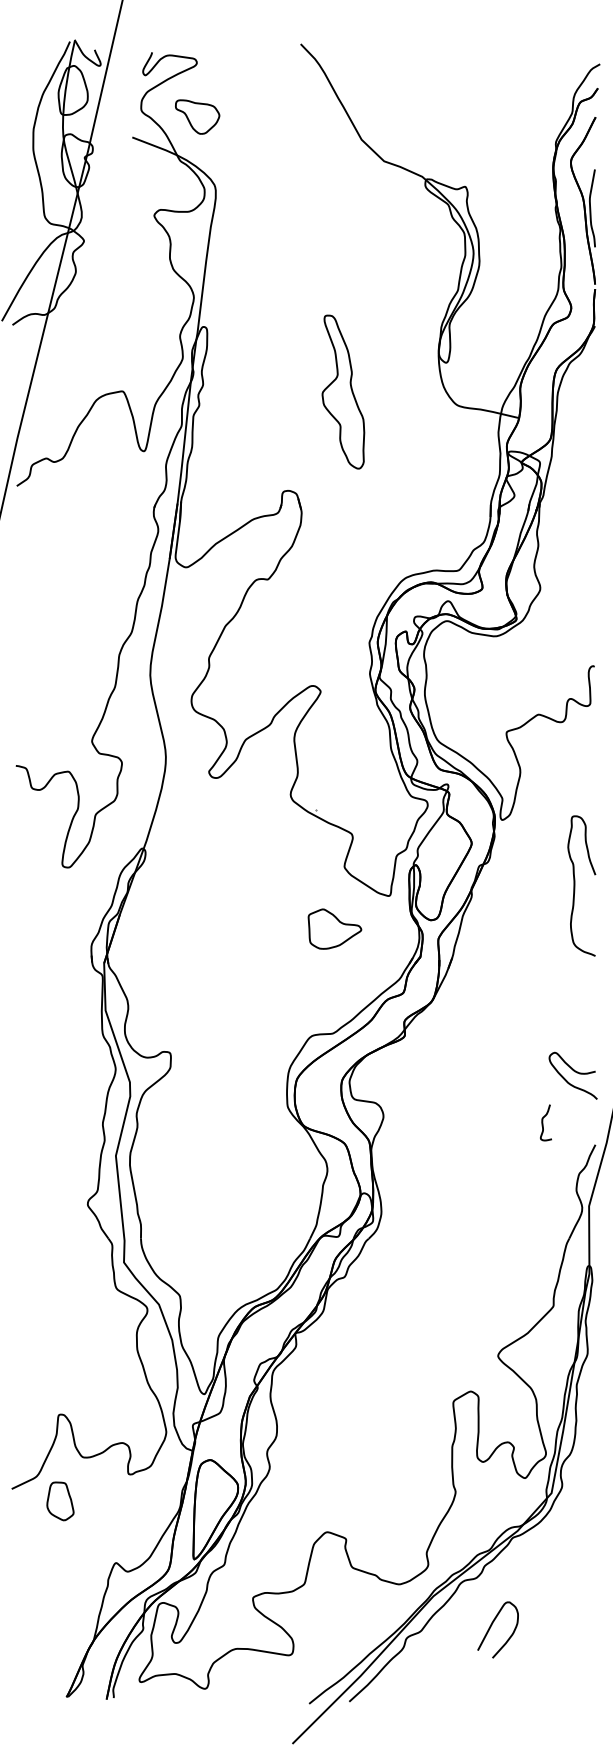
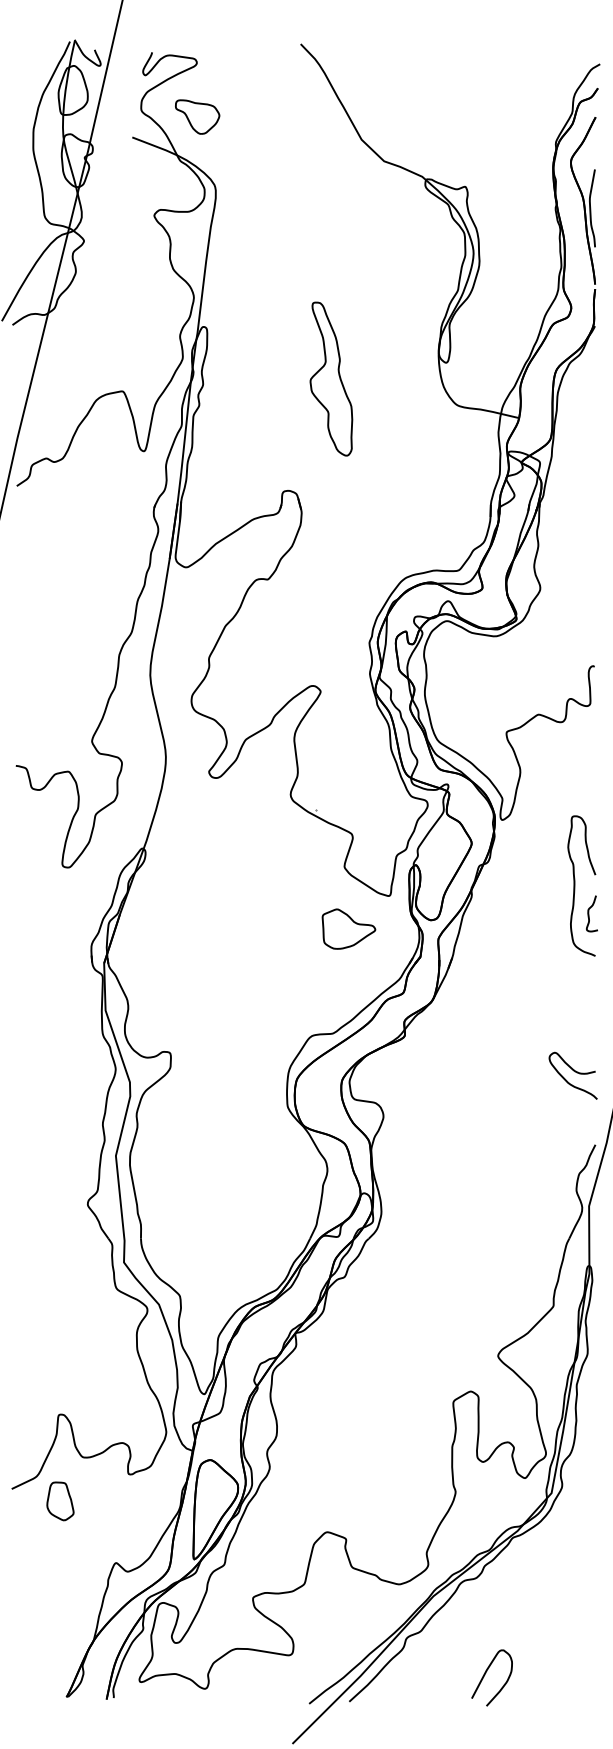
part at (343, 391) position: (343, 391) -> (331, 378)
part at (334, 928) position: (334, 928) -> (348, 928)
curve at (543, 1122) position: (543, 1122) -> (589, 913)
curve at (491, 1627) position: (491, 1627) -> (485, 1675)
